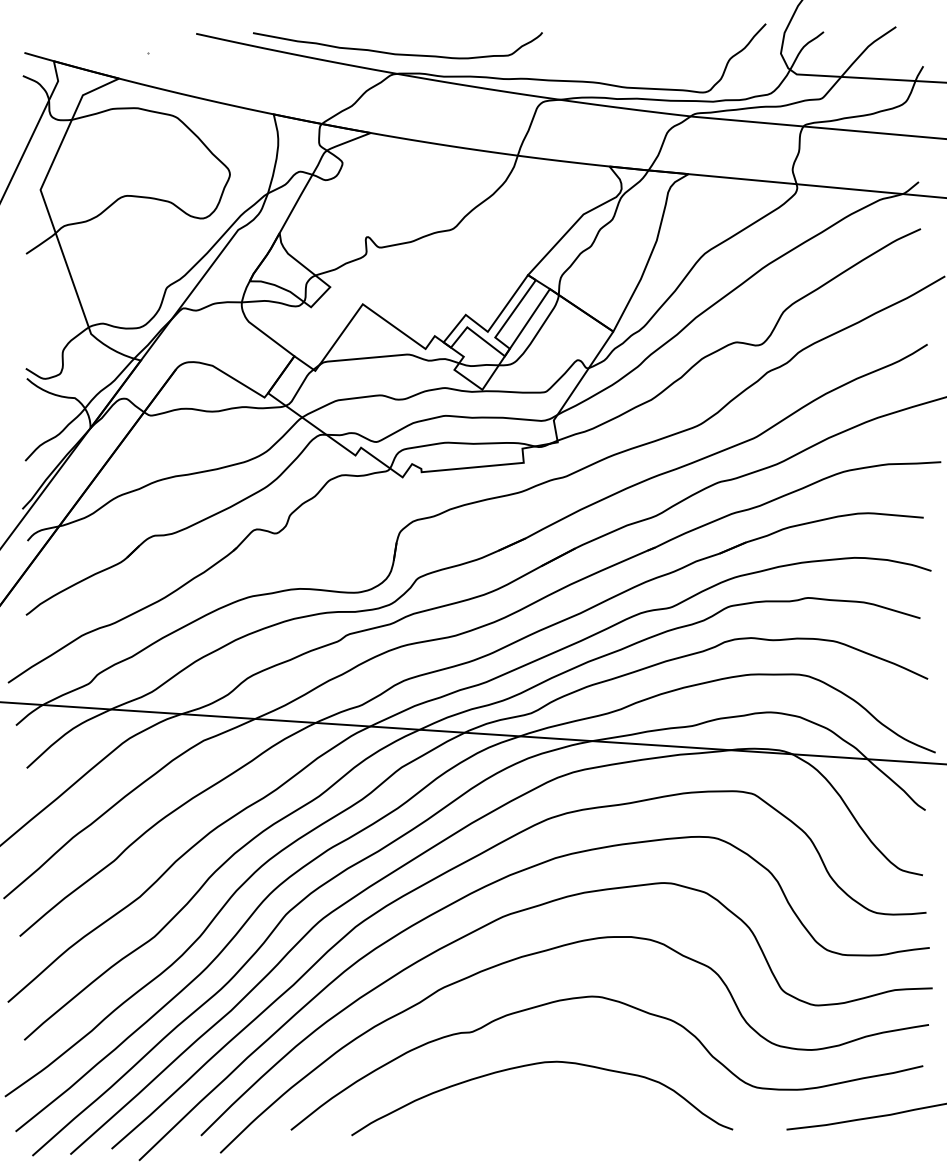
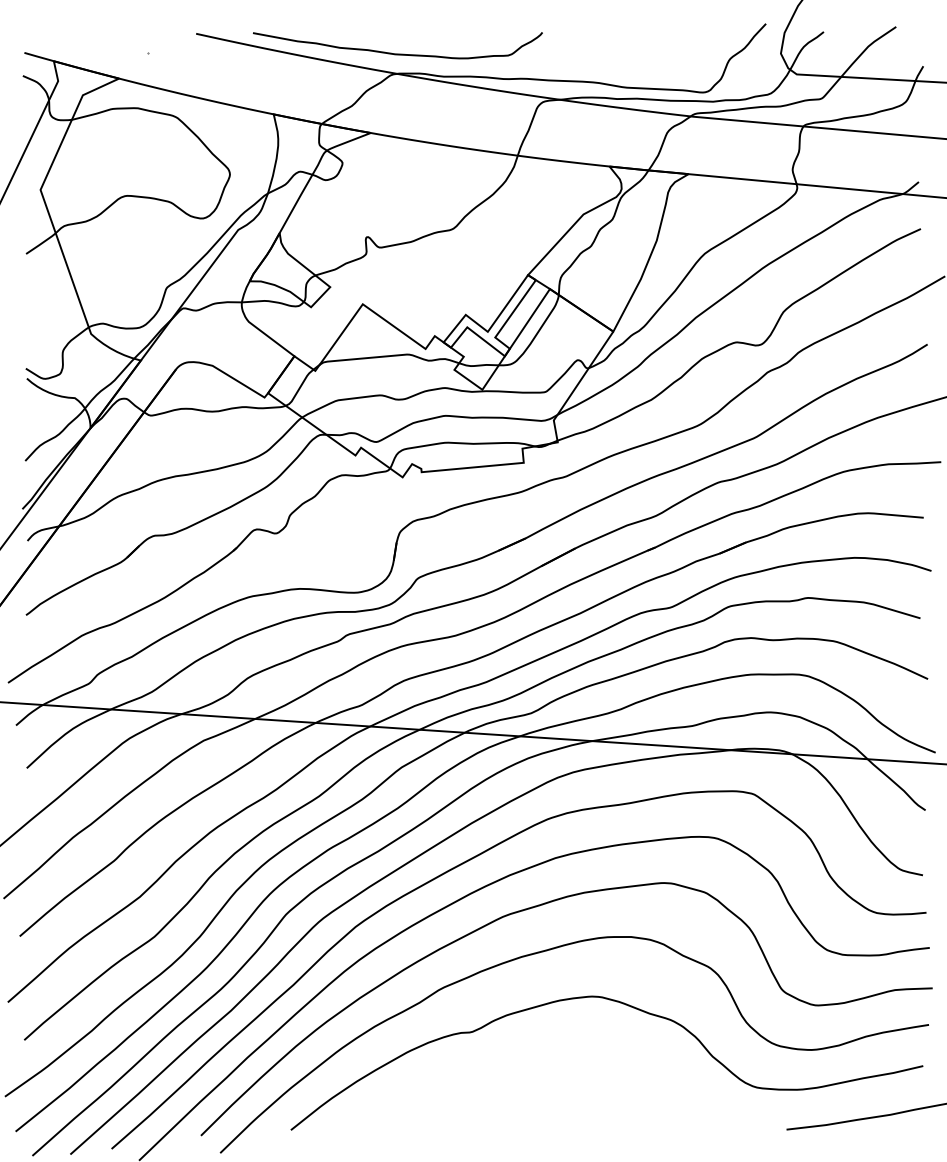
curve at (533, 1065): present -> none
